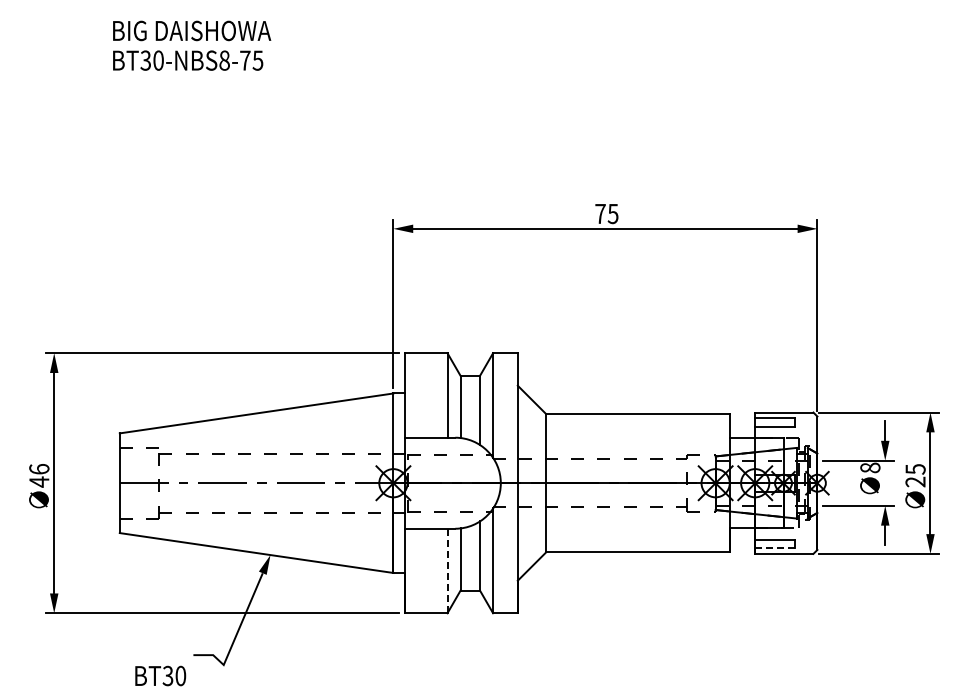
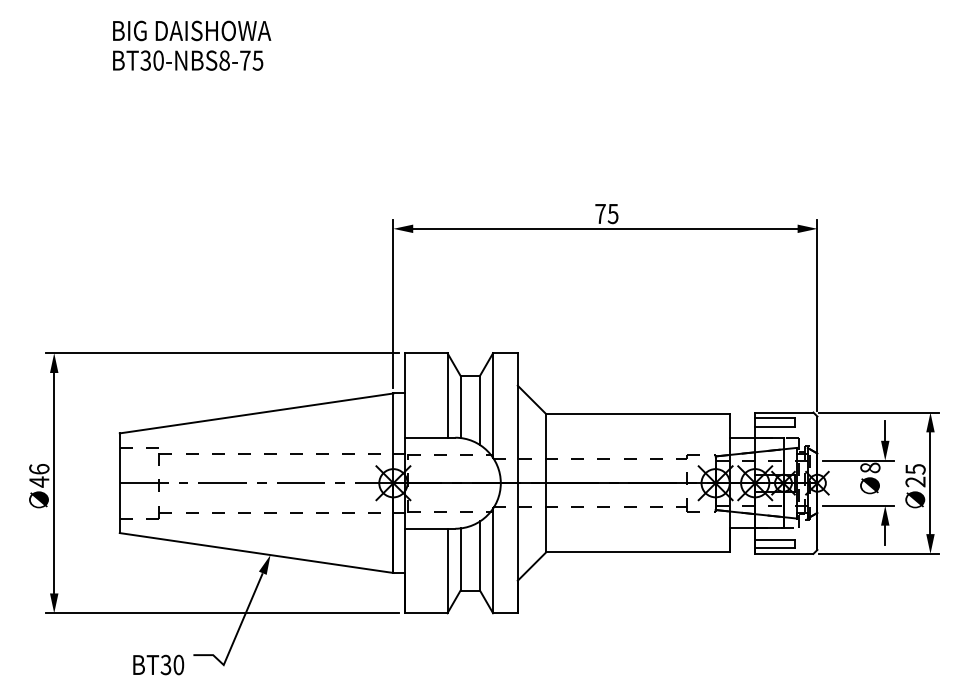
line at (775, 548): dashed -> solid
line at (447, 570): dashed -> solid
text at (160, 675) position: (160, 675) -> (158, 664)
